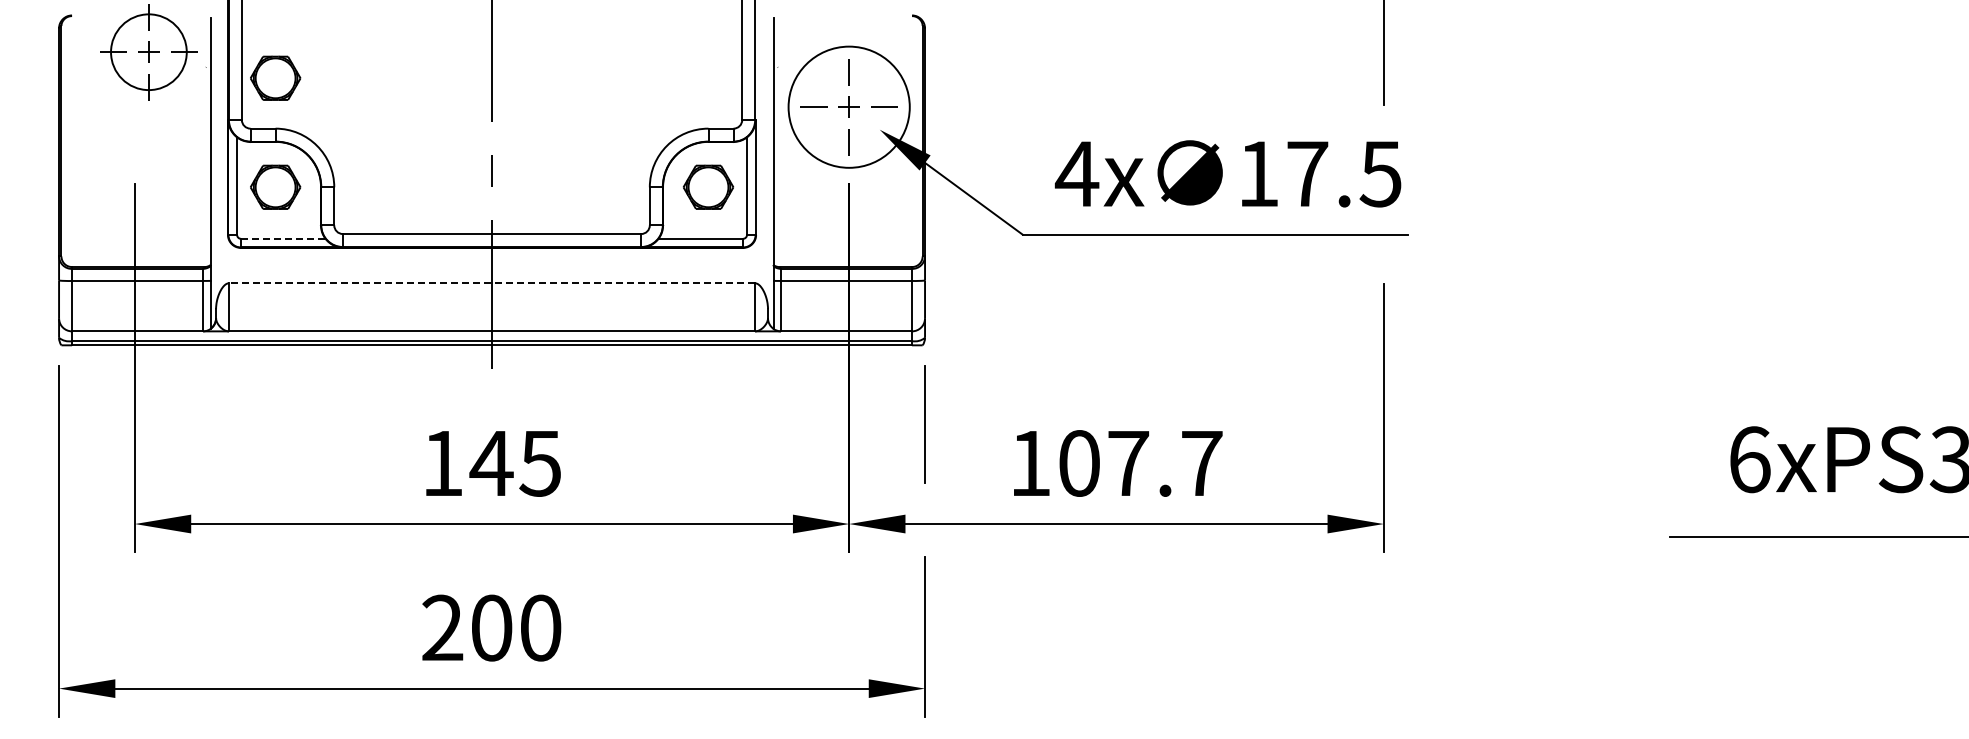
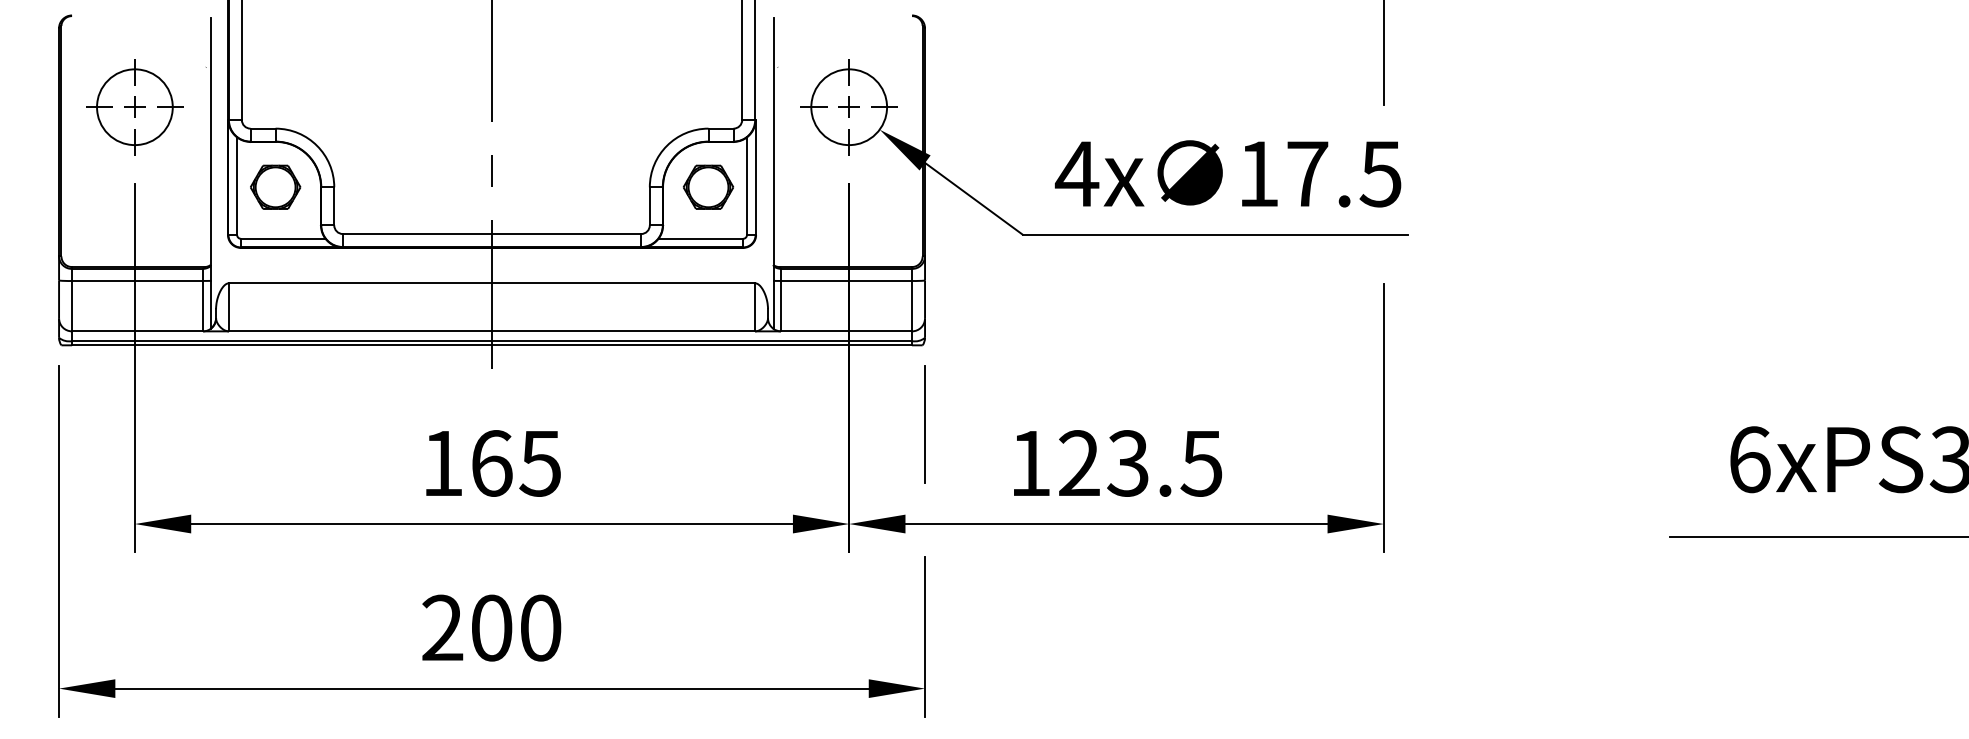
part at (148, 52) position: (148, 52) -> (134, 107)
part at (275, 77): present -> none
circle at (848, 106) diameter: 121 px -> 76 px
line at (283, 238): dashed -> solid
line at (492, 283): dashed -> solid
text at (491, 463): 145 -> 165
text at (1140, 463): 107.7 -> 123.5
